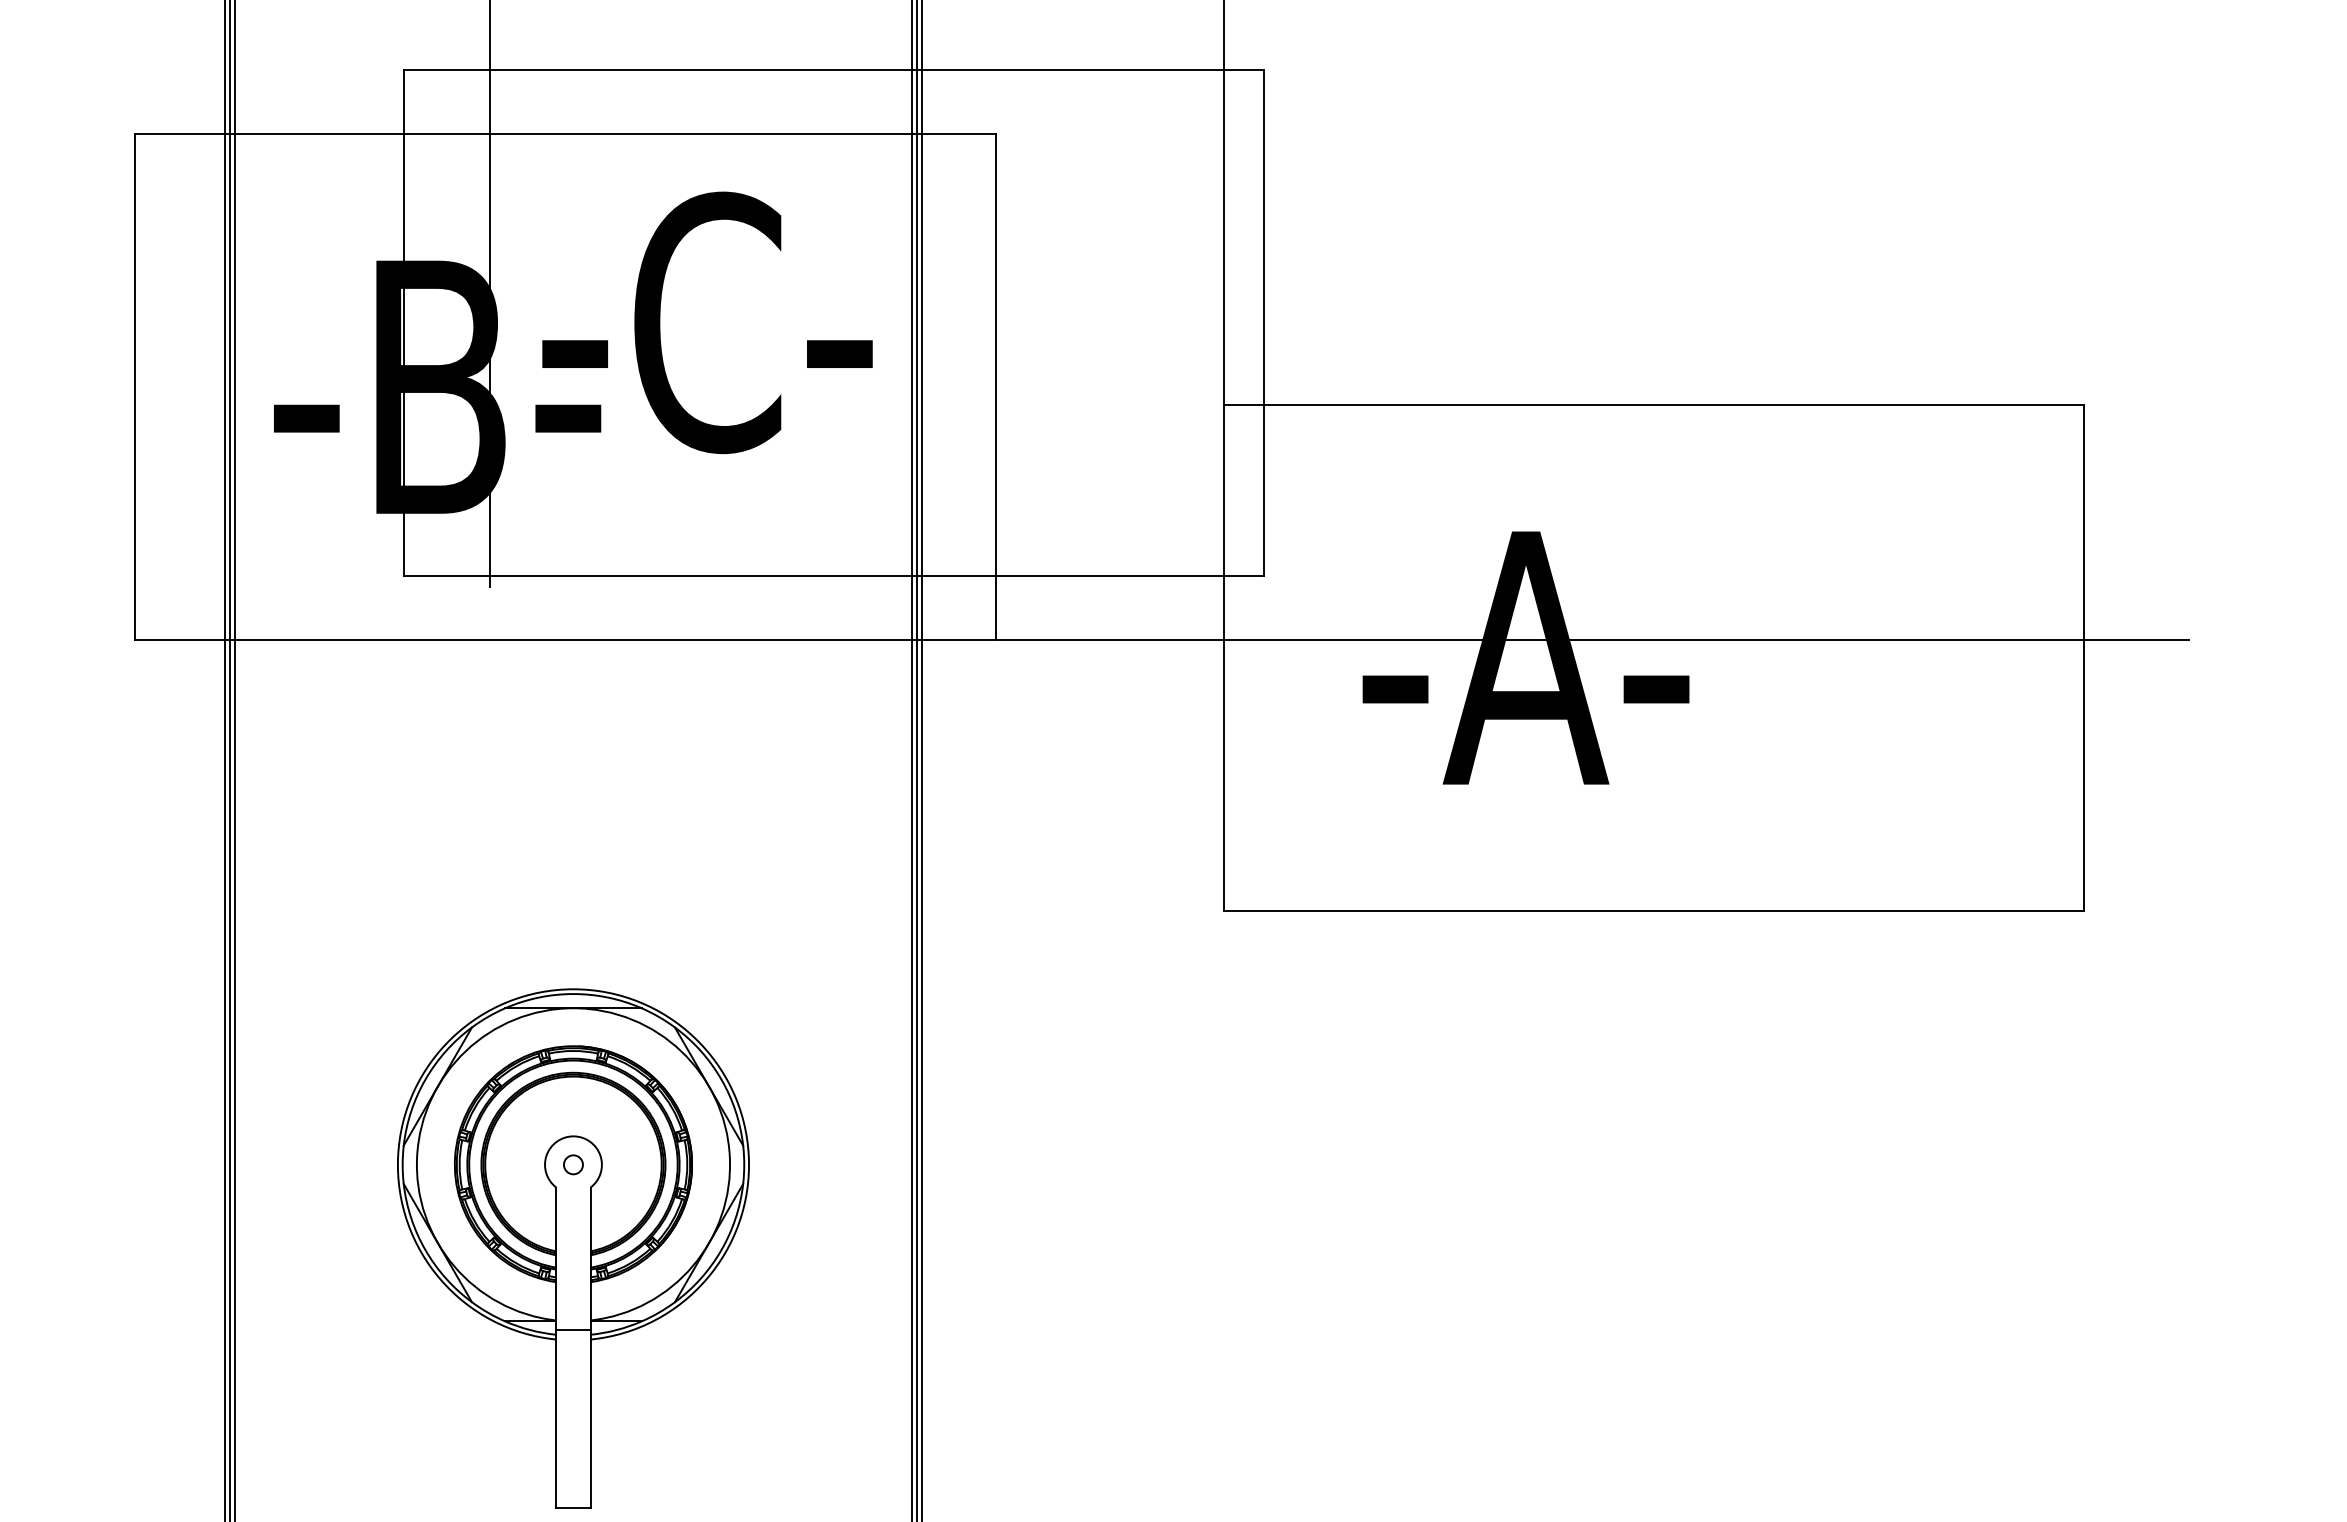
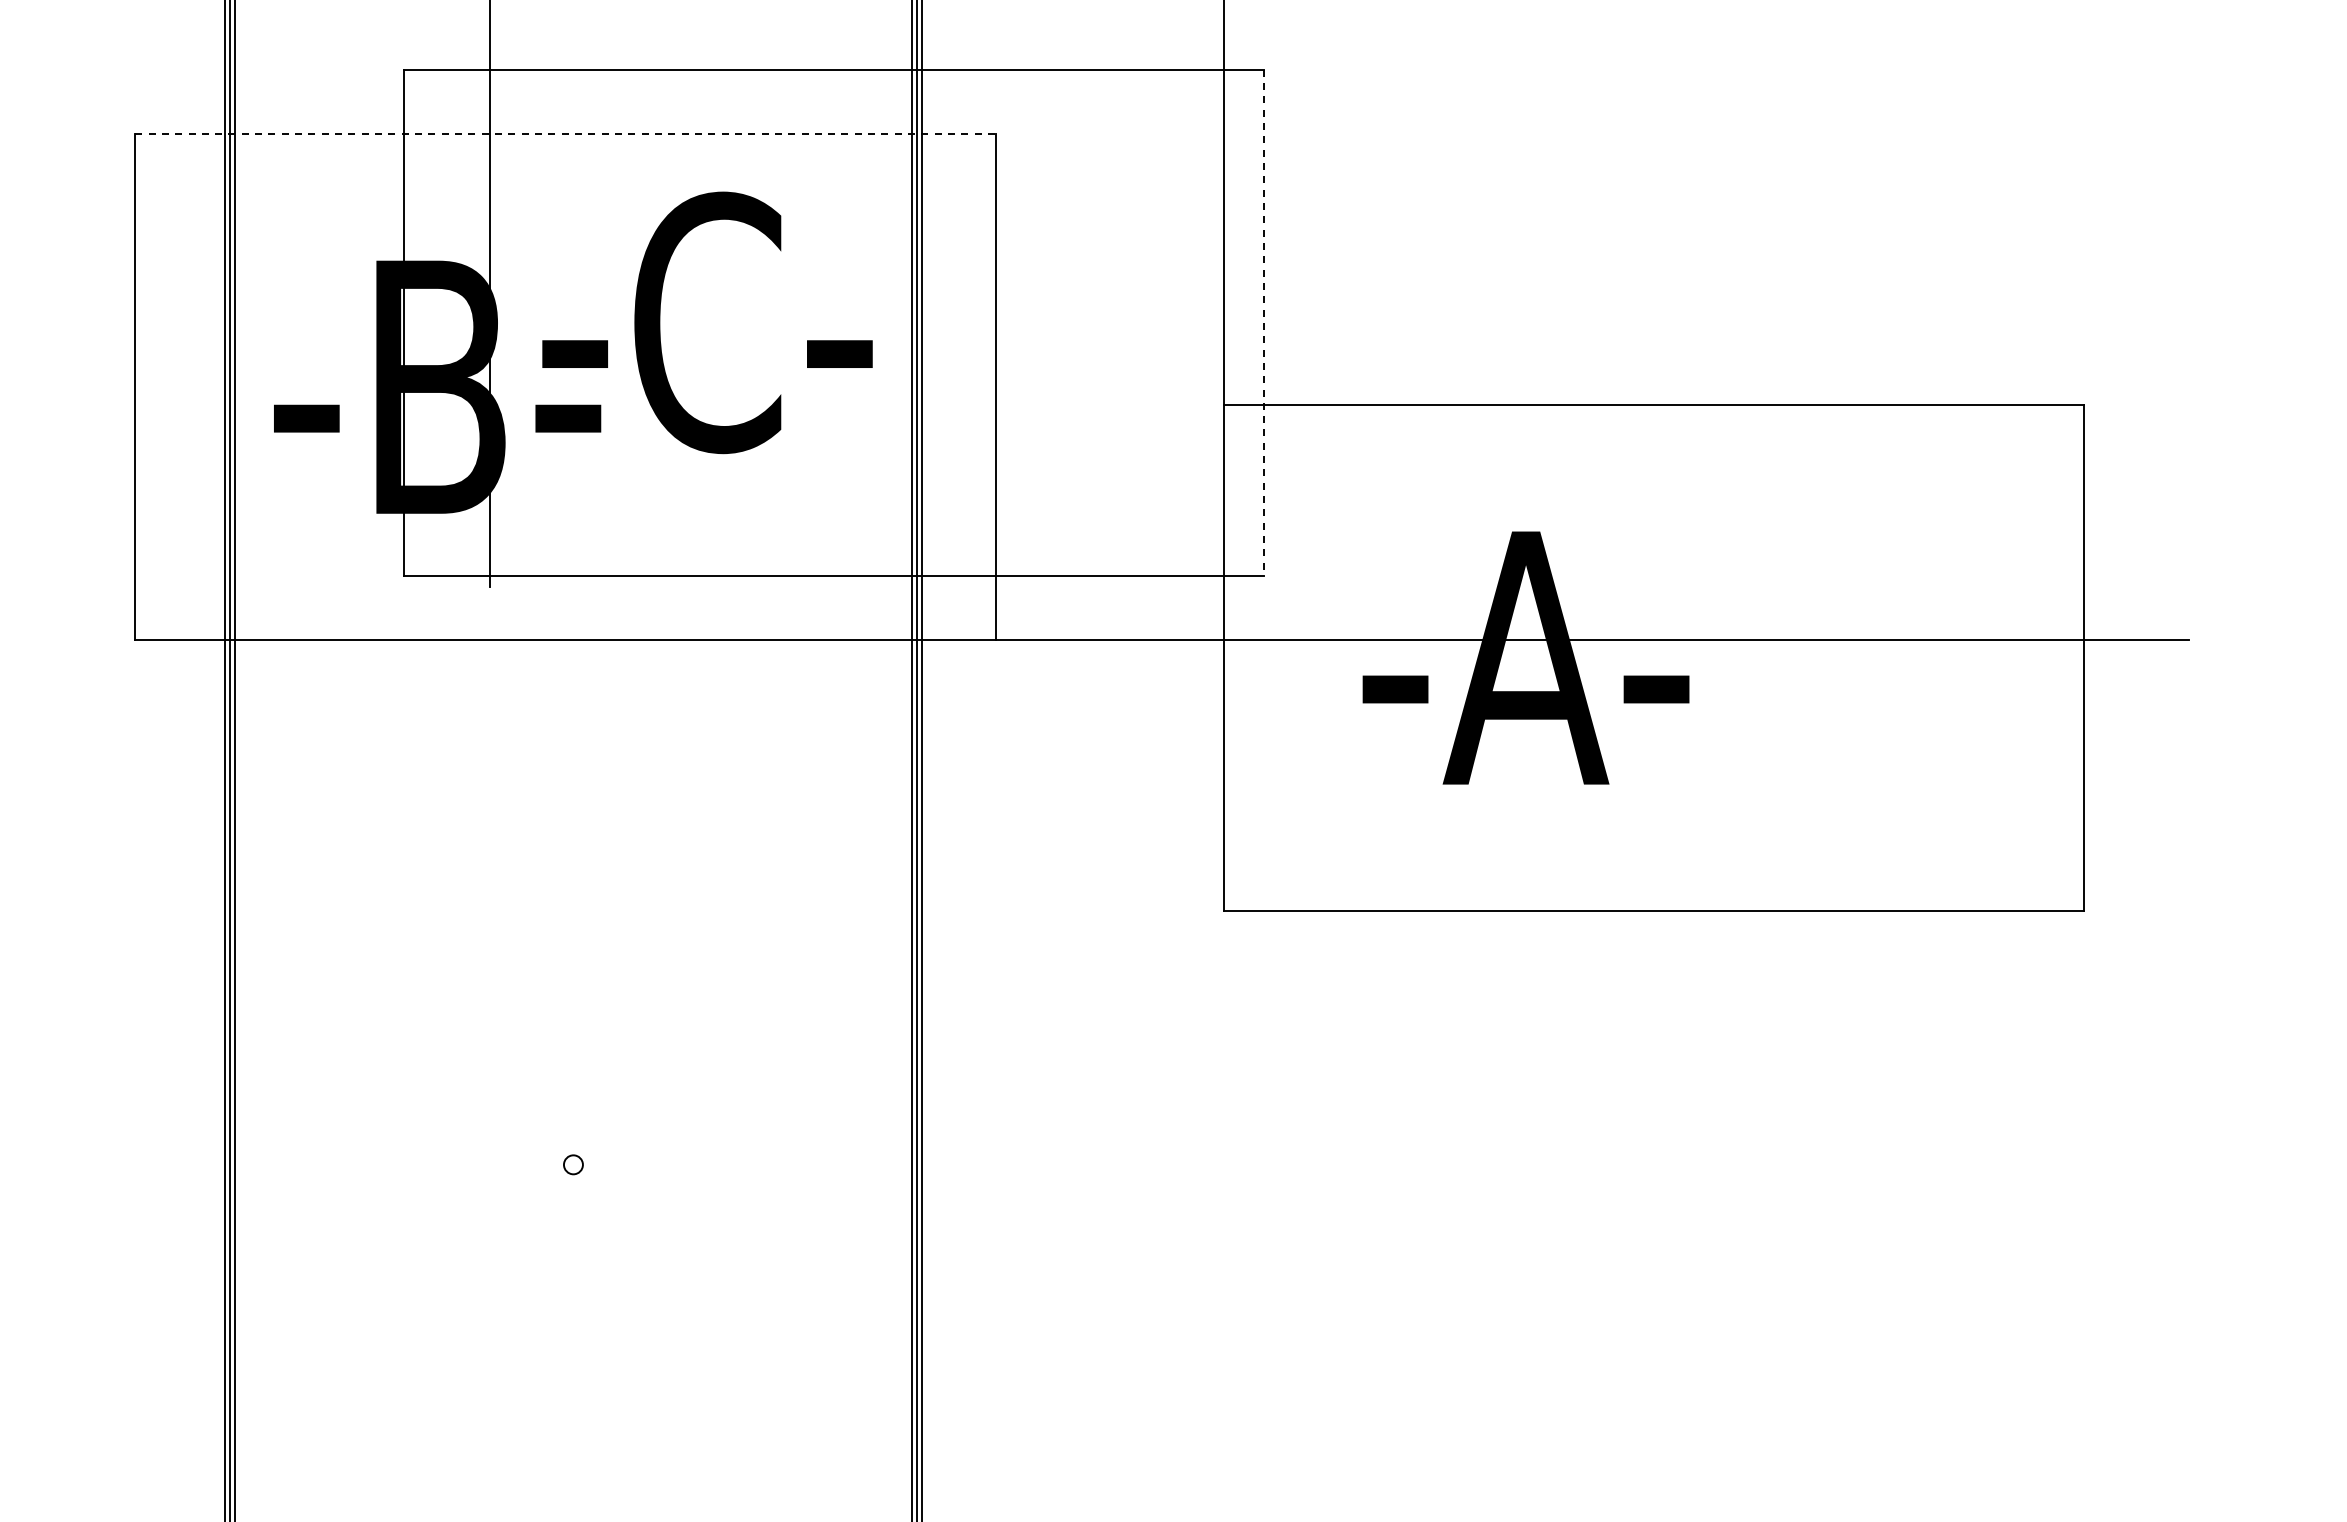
line at (565, 134): solid -> dashed
line at (1263, 323): solid -> dashed
part at (573, 1248): present -> none
